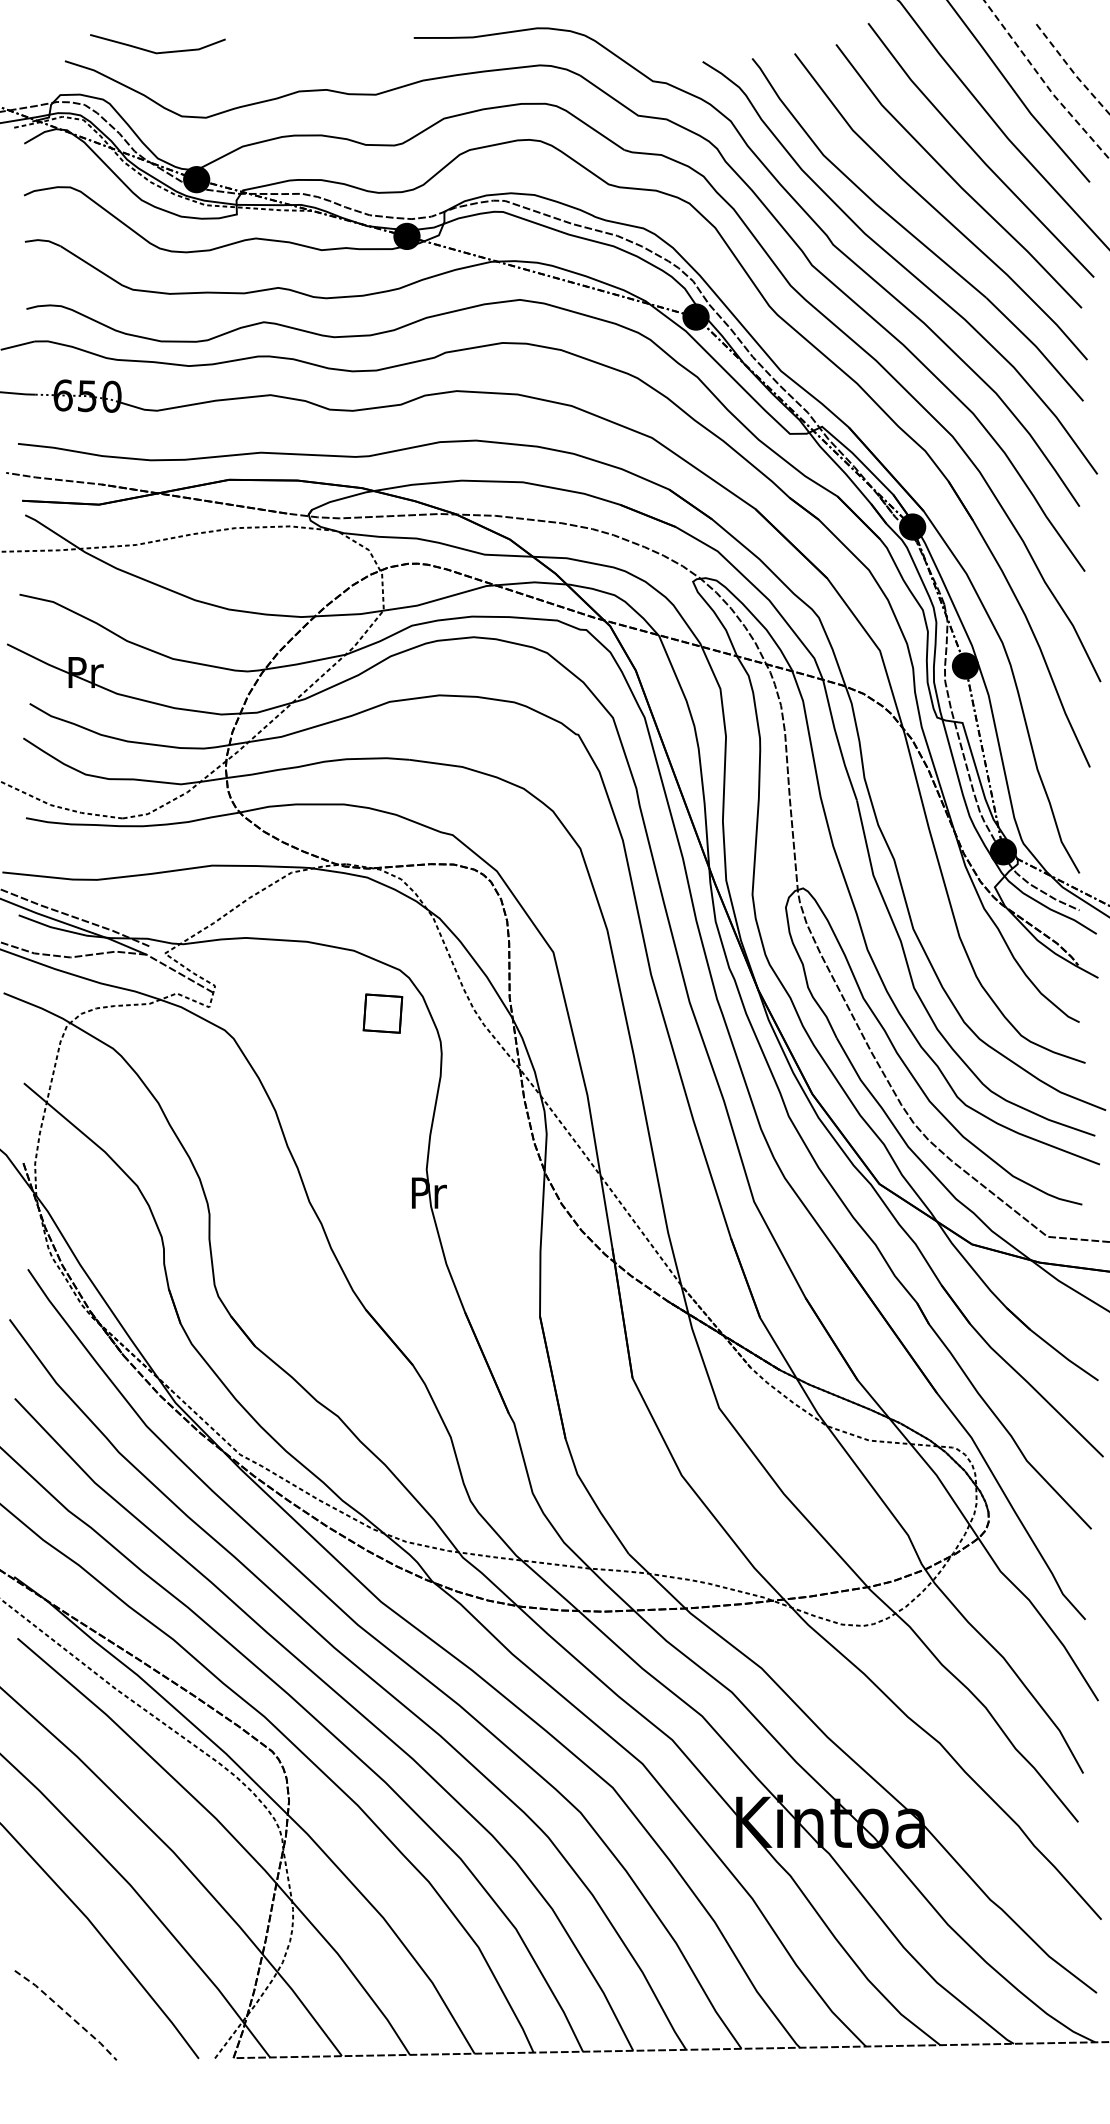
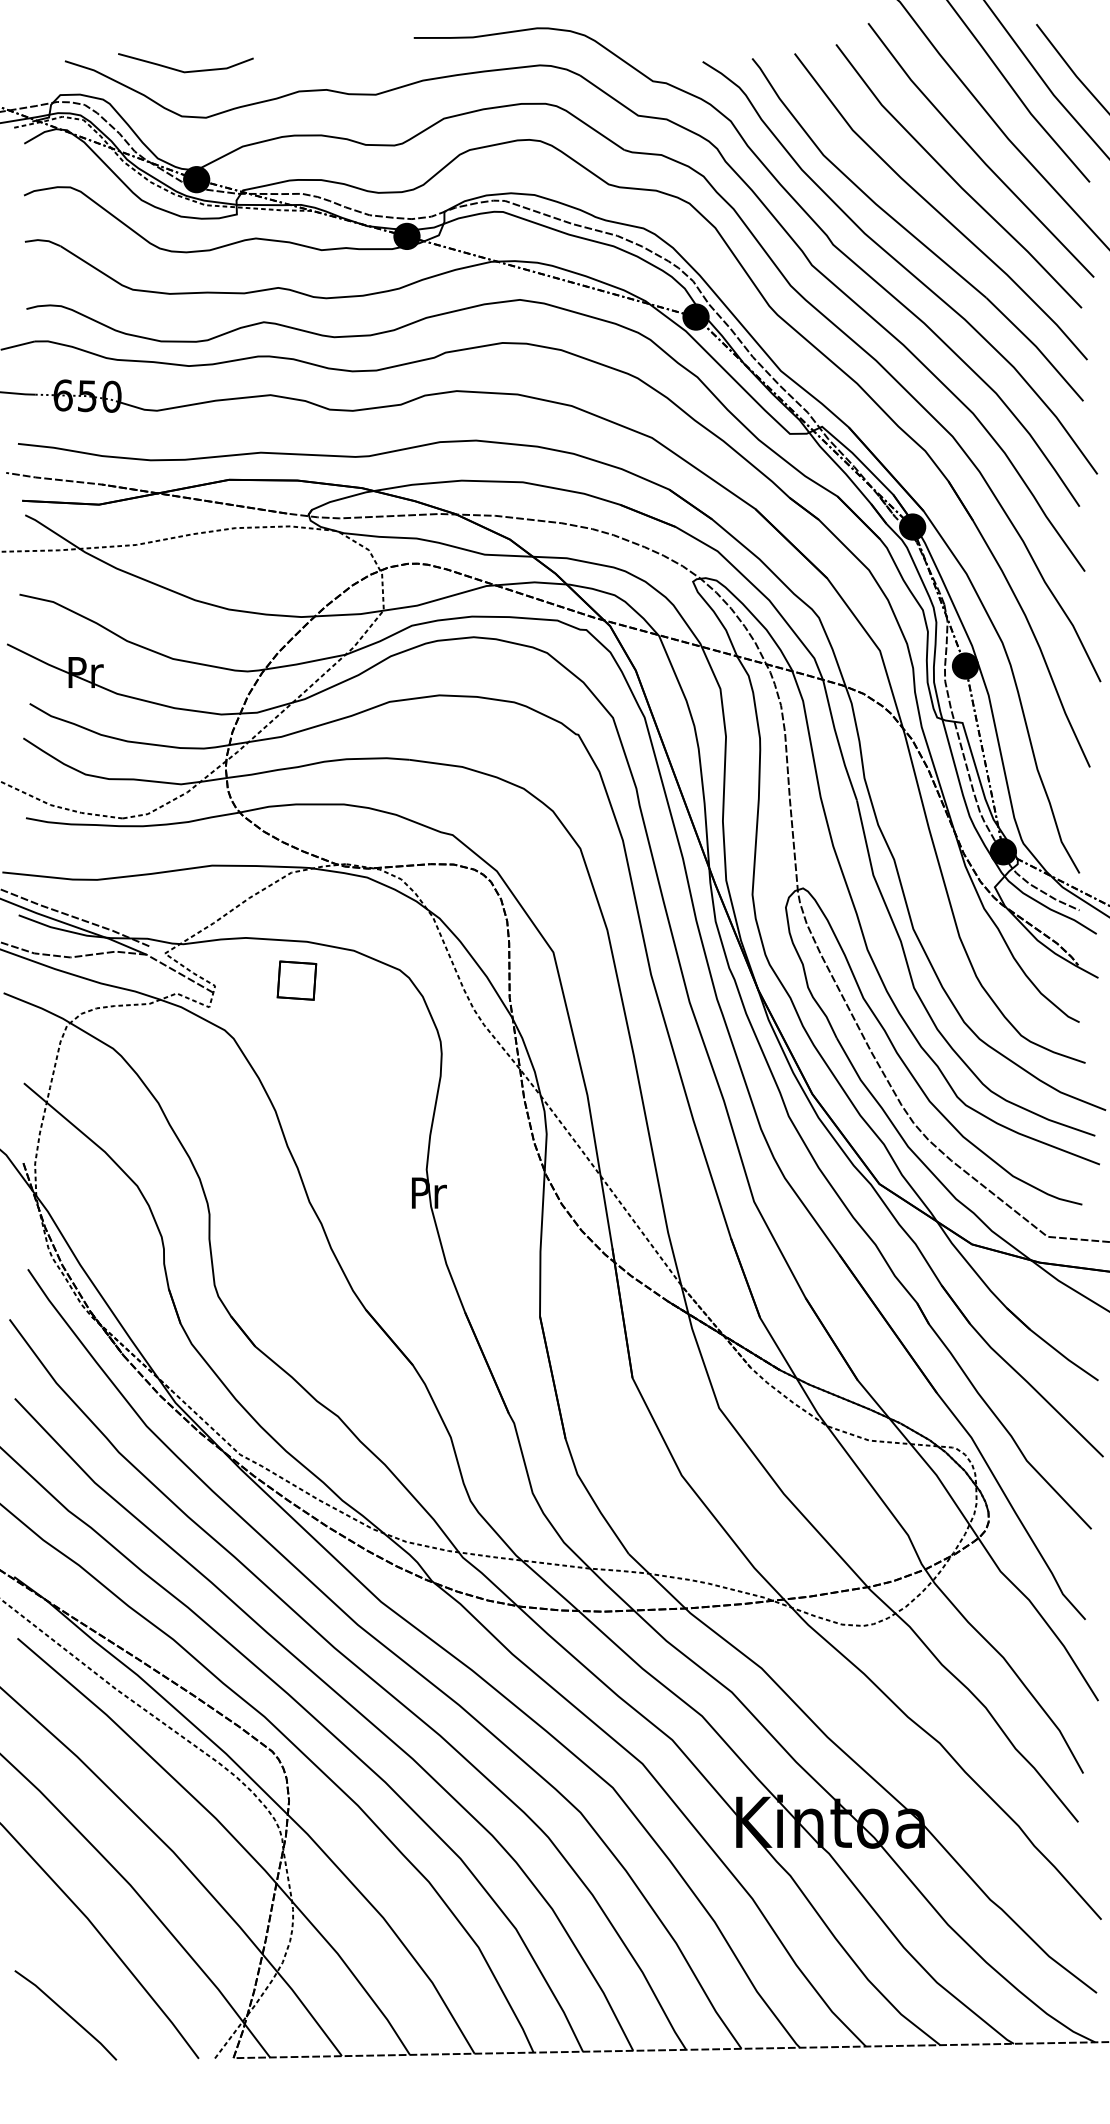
line at (154, 51) position: (154, 51) -> (182, 70)
line at (1072, 70): dashed -> solid
line at (1044, 82): dashed -> solid
part at (382, 1013) position: (382, 1013) -> (296, 980)
line at (67, 2013): dashed -> solid
